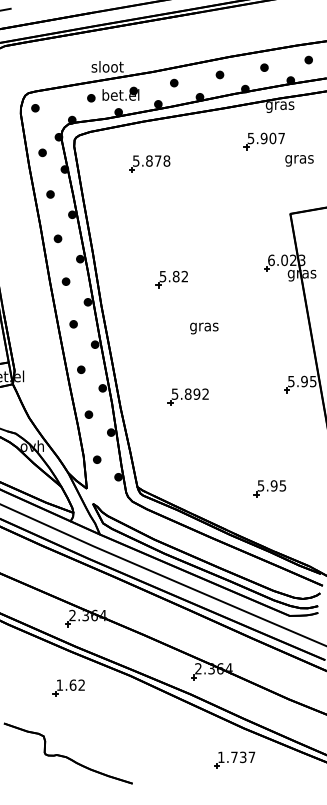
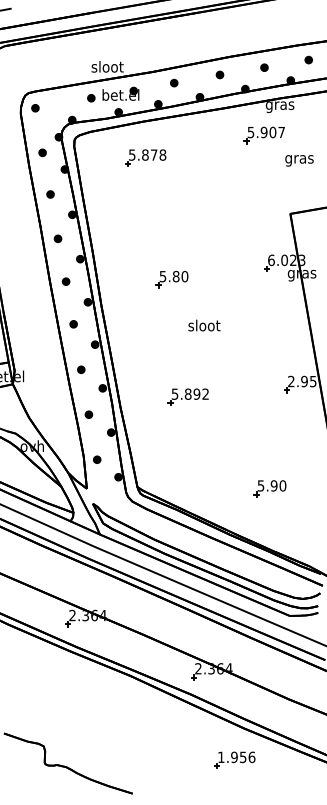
part at (263, 141) position: (263, 141) -> (263, 135)
part at (149, 163) position: (149, 163) -> (145, 157)
text at (184, 276): 5.82 -> 5.80
text at (204, 326): gras -> sloot
text at (291, 381): 5.95 -> 2.95
text at (282, 485): 5.95 -> 5.90
part at (68, 687): present -> none
part at (67, 753) position: (67, 753) -> (67, 763)
text at (243, 757): 1.737 -> 1.956
